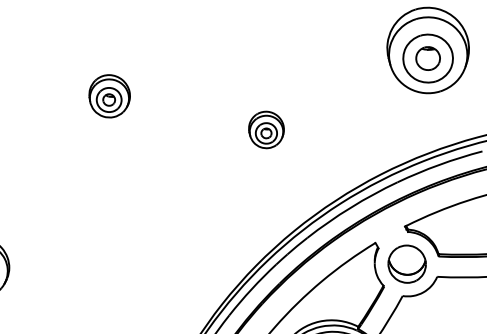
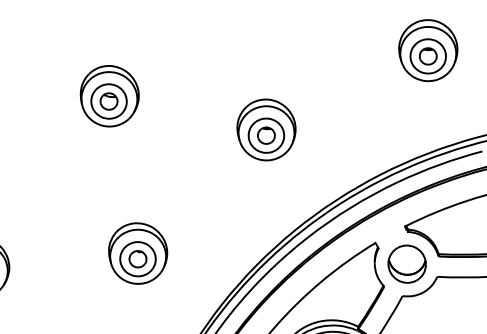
part at (427, 50) size: 84x89 px -> 61x64 px
part at (109, 96) size: 43x45 px -> 61x63 px
part at (266, 129) size: 37x40 px -> 61x64 px
part at (138, 253): none -> present
